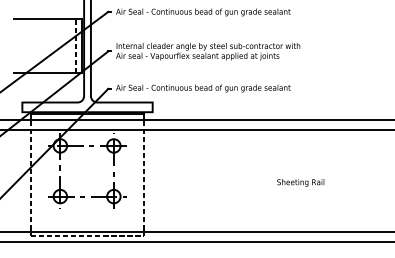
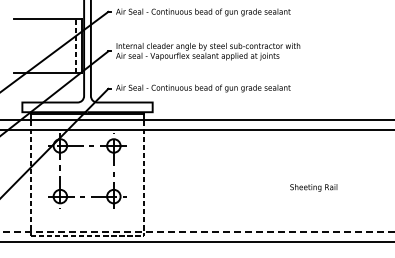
text at (300, 182) position: (300, 182) -> (313, 187)
line at (197, 231): solid -> dashed
